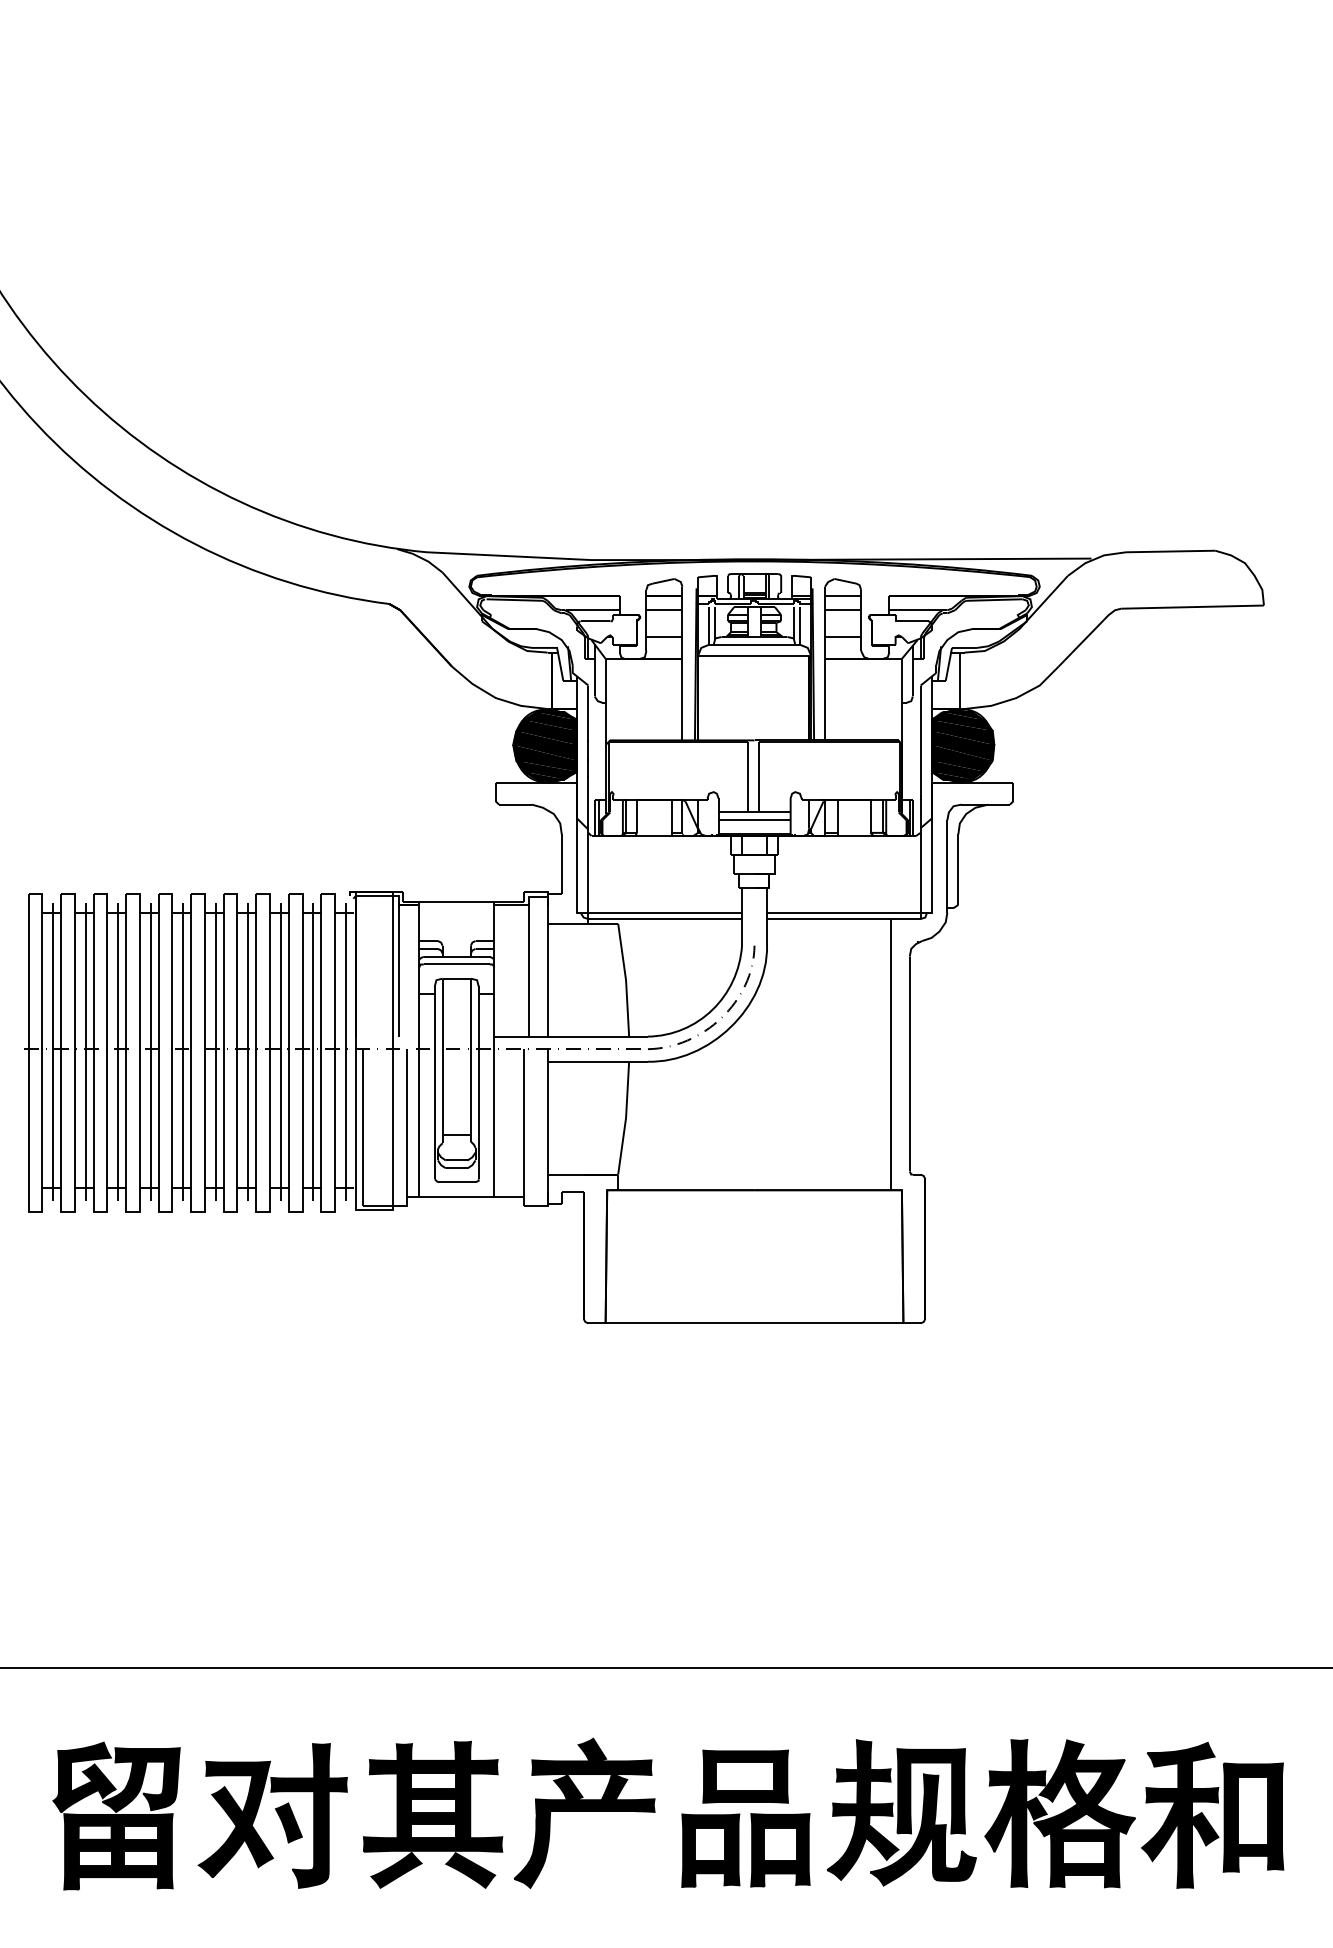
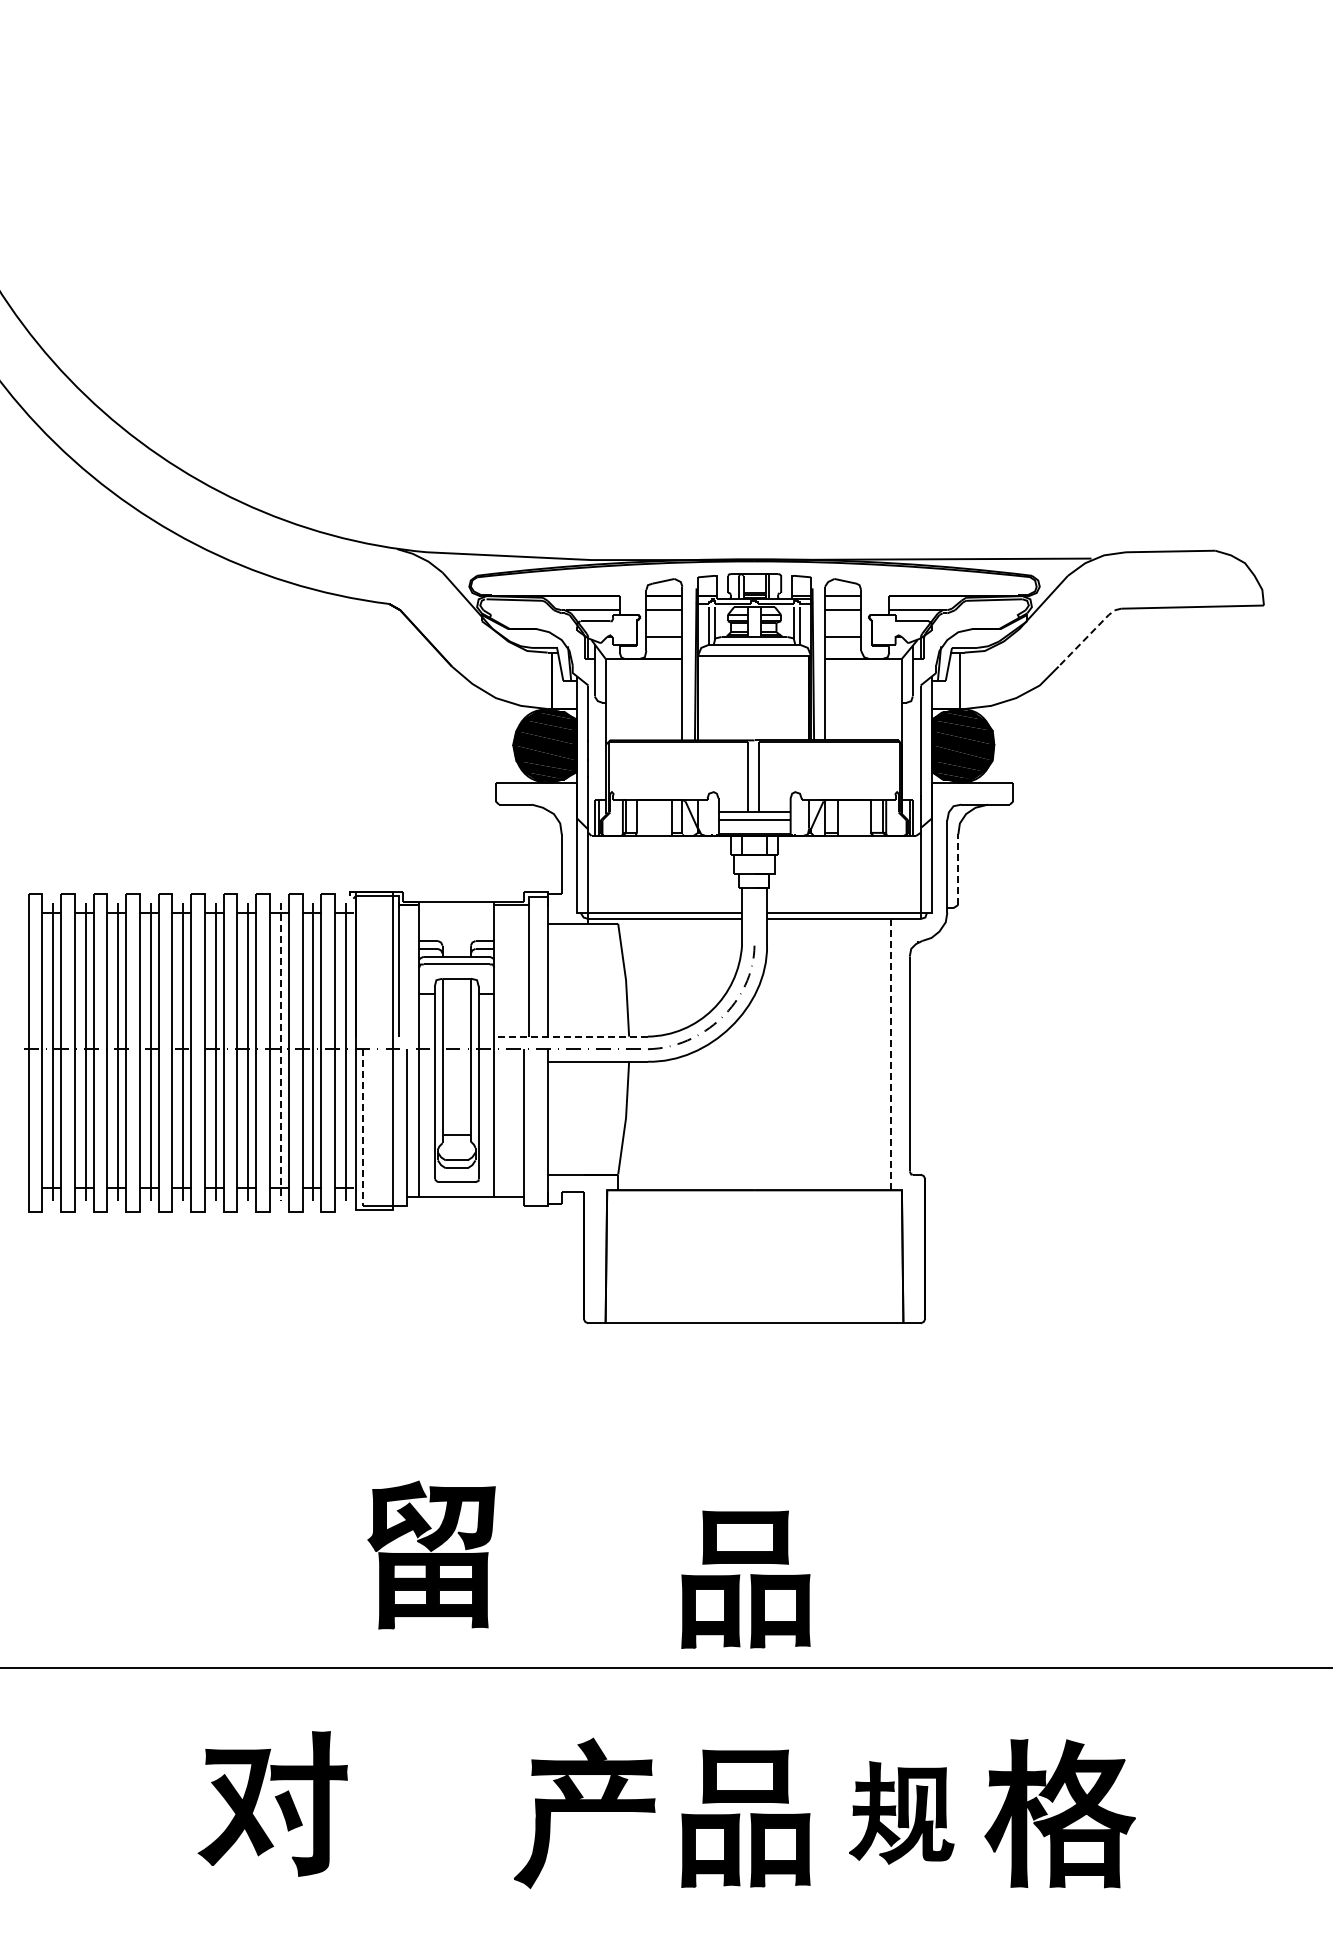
line at (1089, 635): solid -> dashed
line at (958, 869): solid -> dashed
line at (571, 1036): solid -> dashed
line at (280, 1052): solid -> dashed
line at (890, 1054): solid -> dashed
line at (362, 1128): solid -> dashed
part at (745, 1579): none -> present
part at (901, 1812) size: 151x148 px -> 106x104 px
part at (433, 1814): present -> none
part at (116, 1815) position: (116, 1815) -> (431, 1554)
part at (272, 1815) position: (272, 1815) -> (272, 1803)
part at (1207, 1819): present -> none
